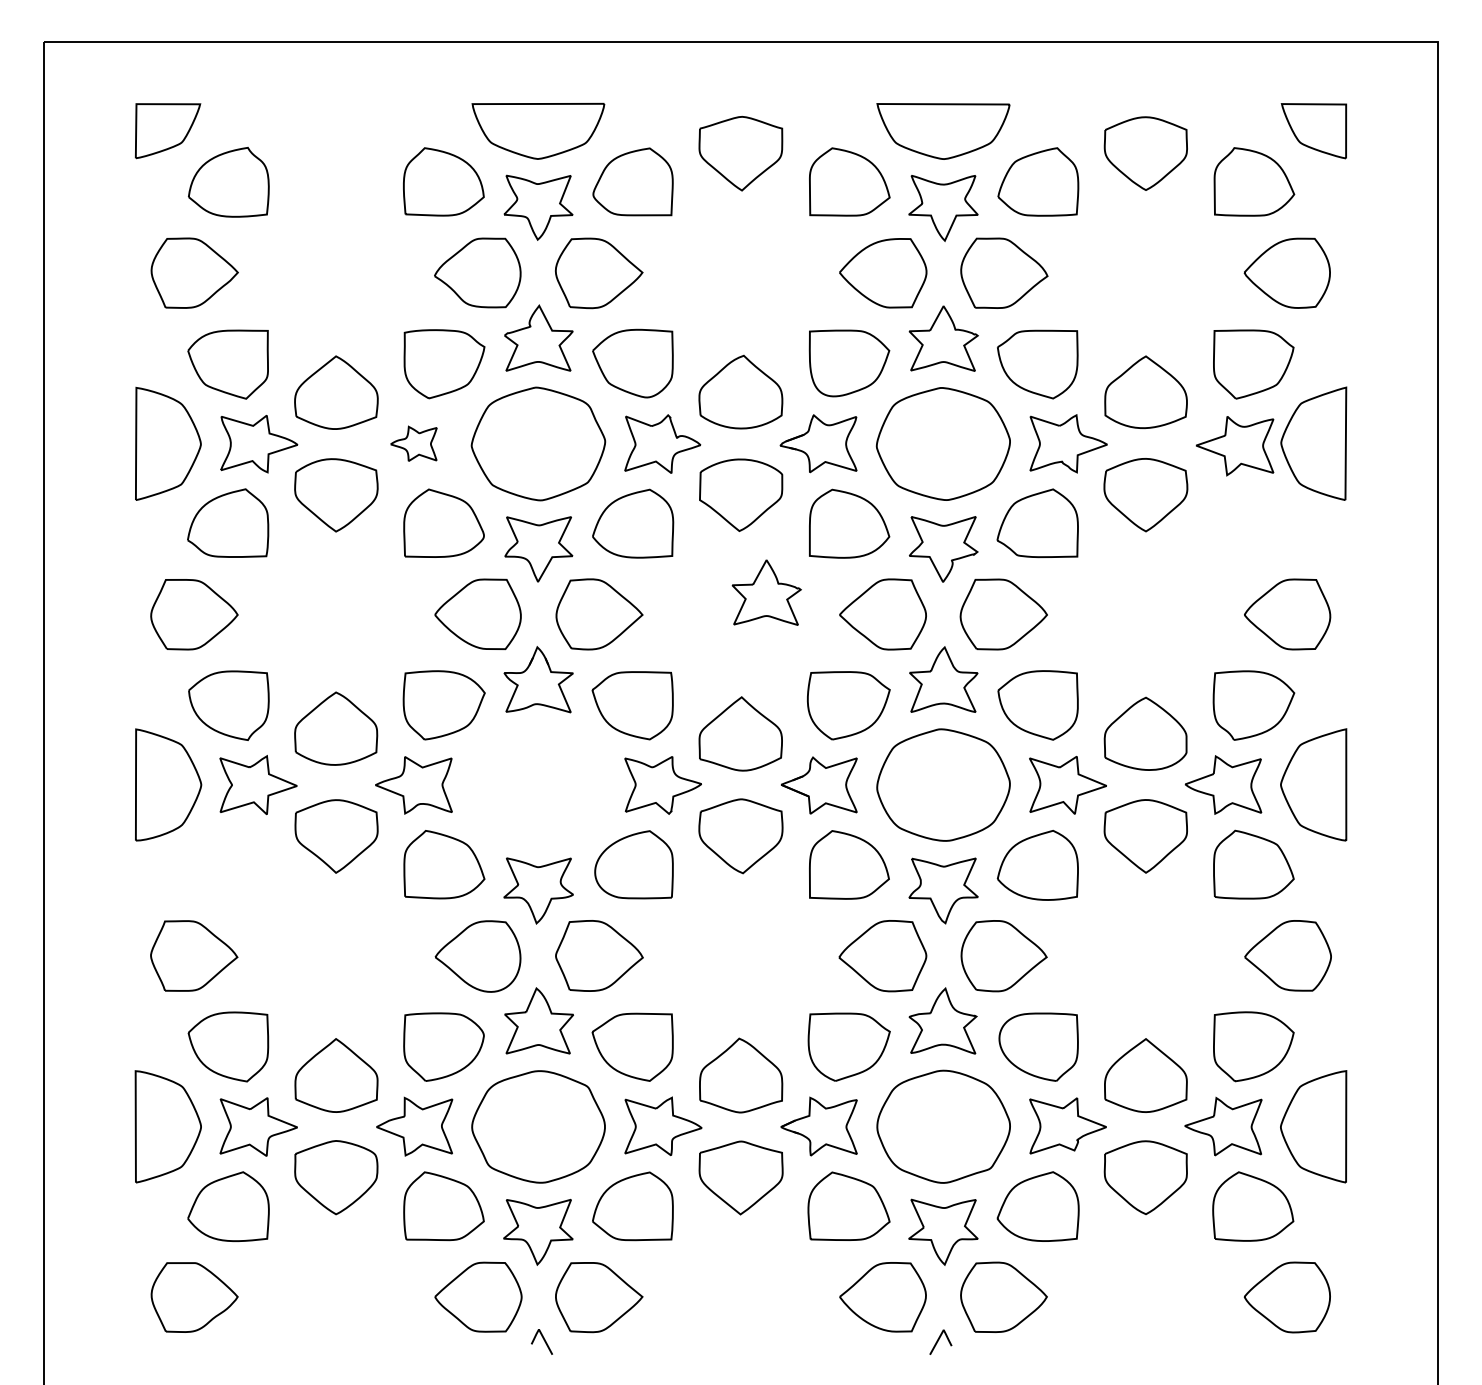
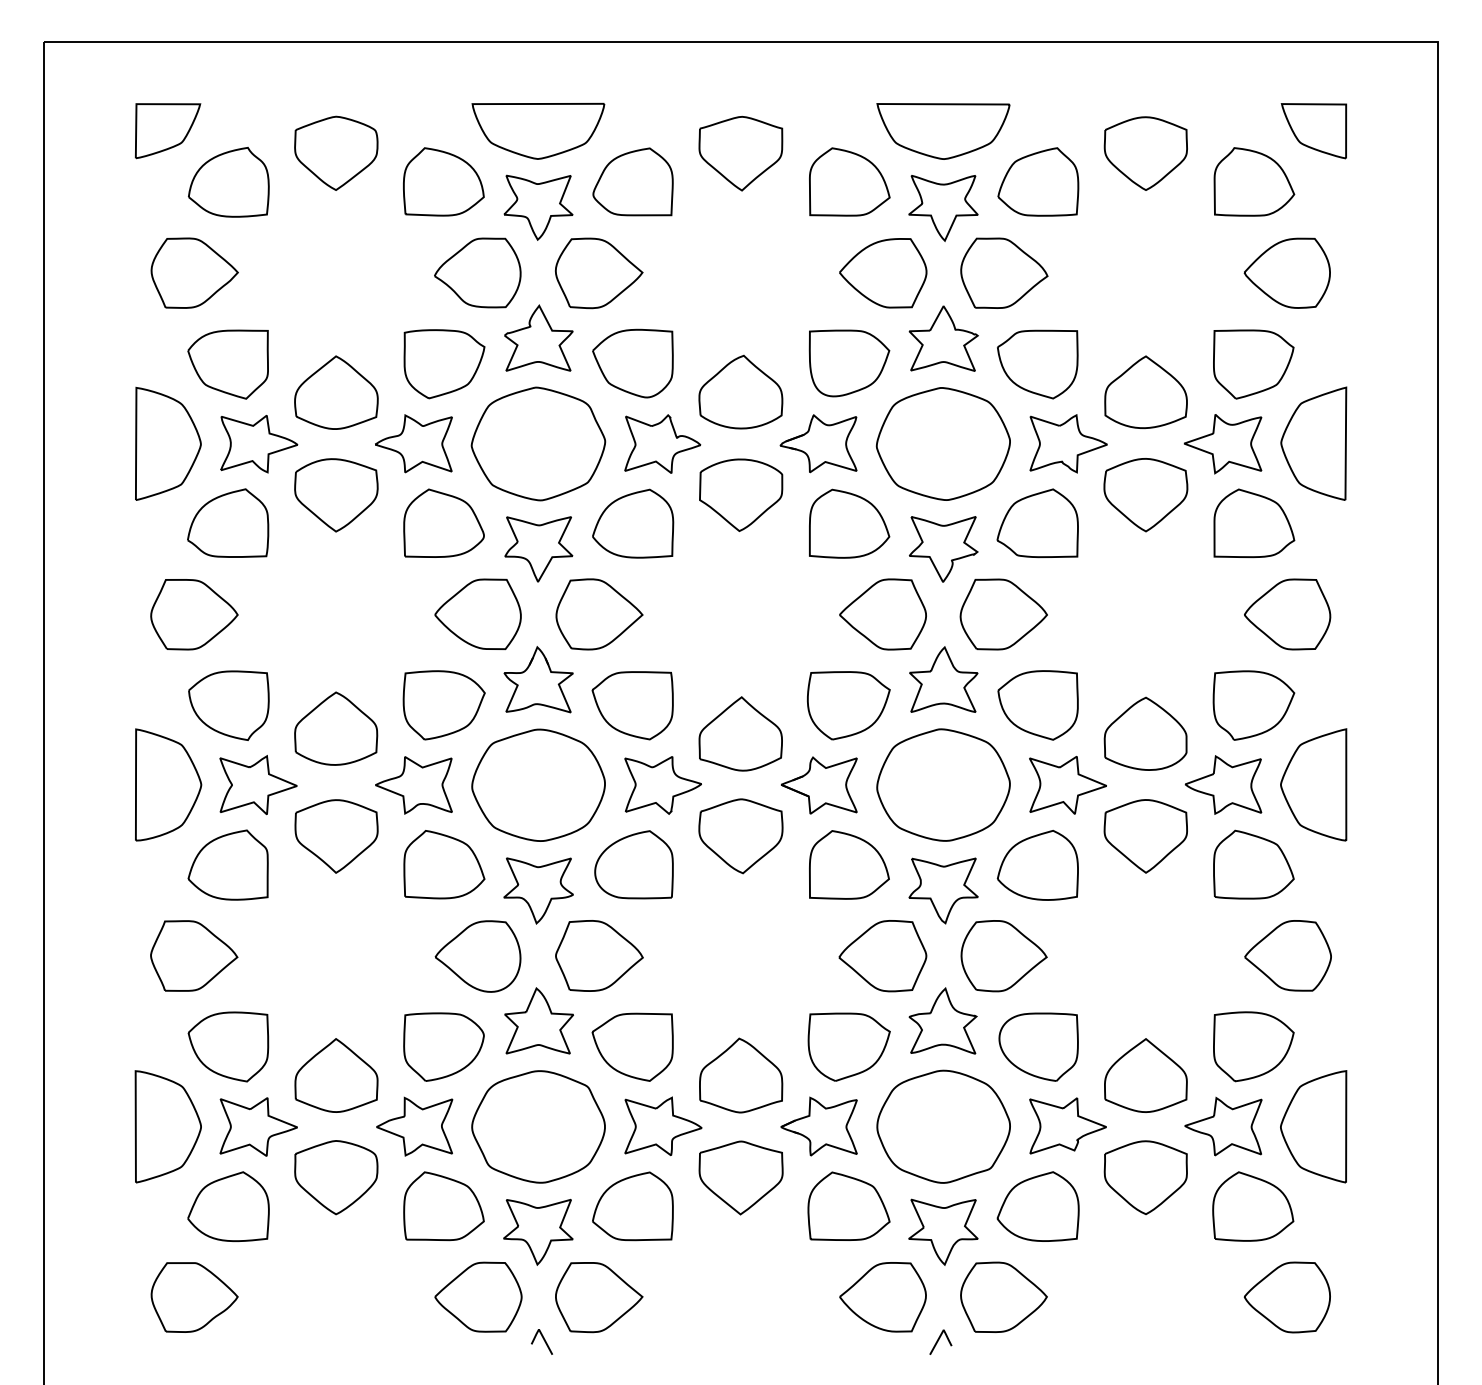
part at (336, 152): none -> present
part at (413, 443) size: 48x37 px -> 78x60 px
part at (1234, 446) position: (1234, 446) -> (1222, 444)
part at (1254, 523): none -> present
part at (766, 592): present -> none
part at (538, 784): none -> present
part at (227, 864): none -> present
